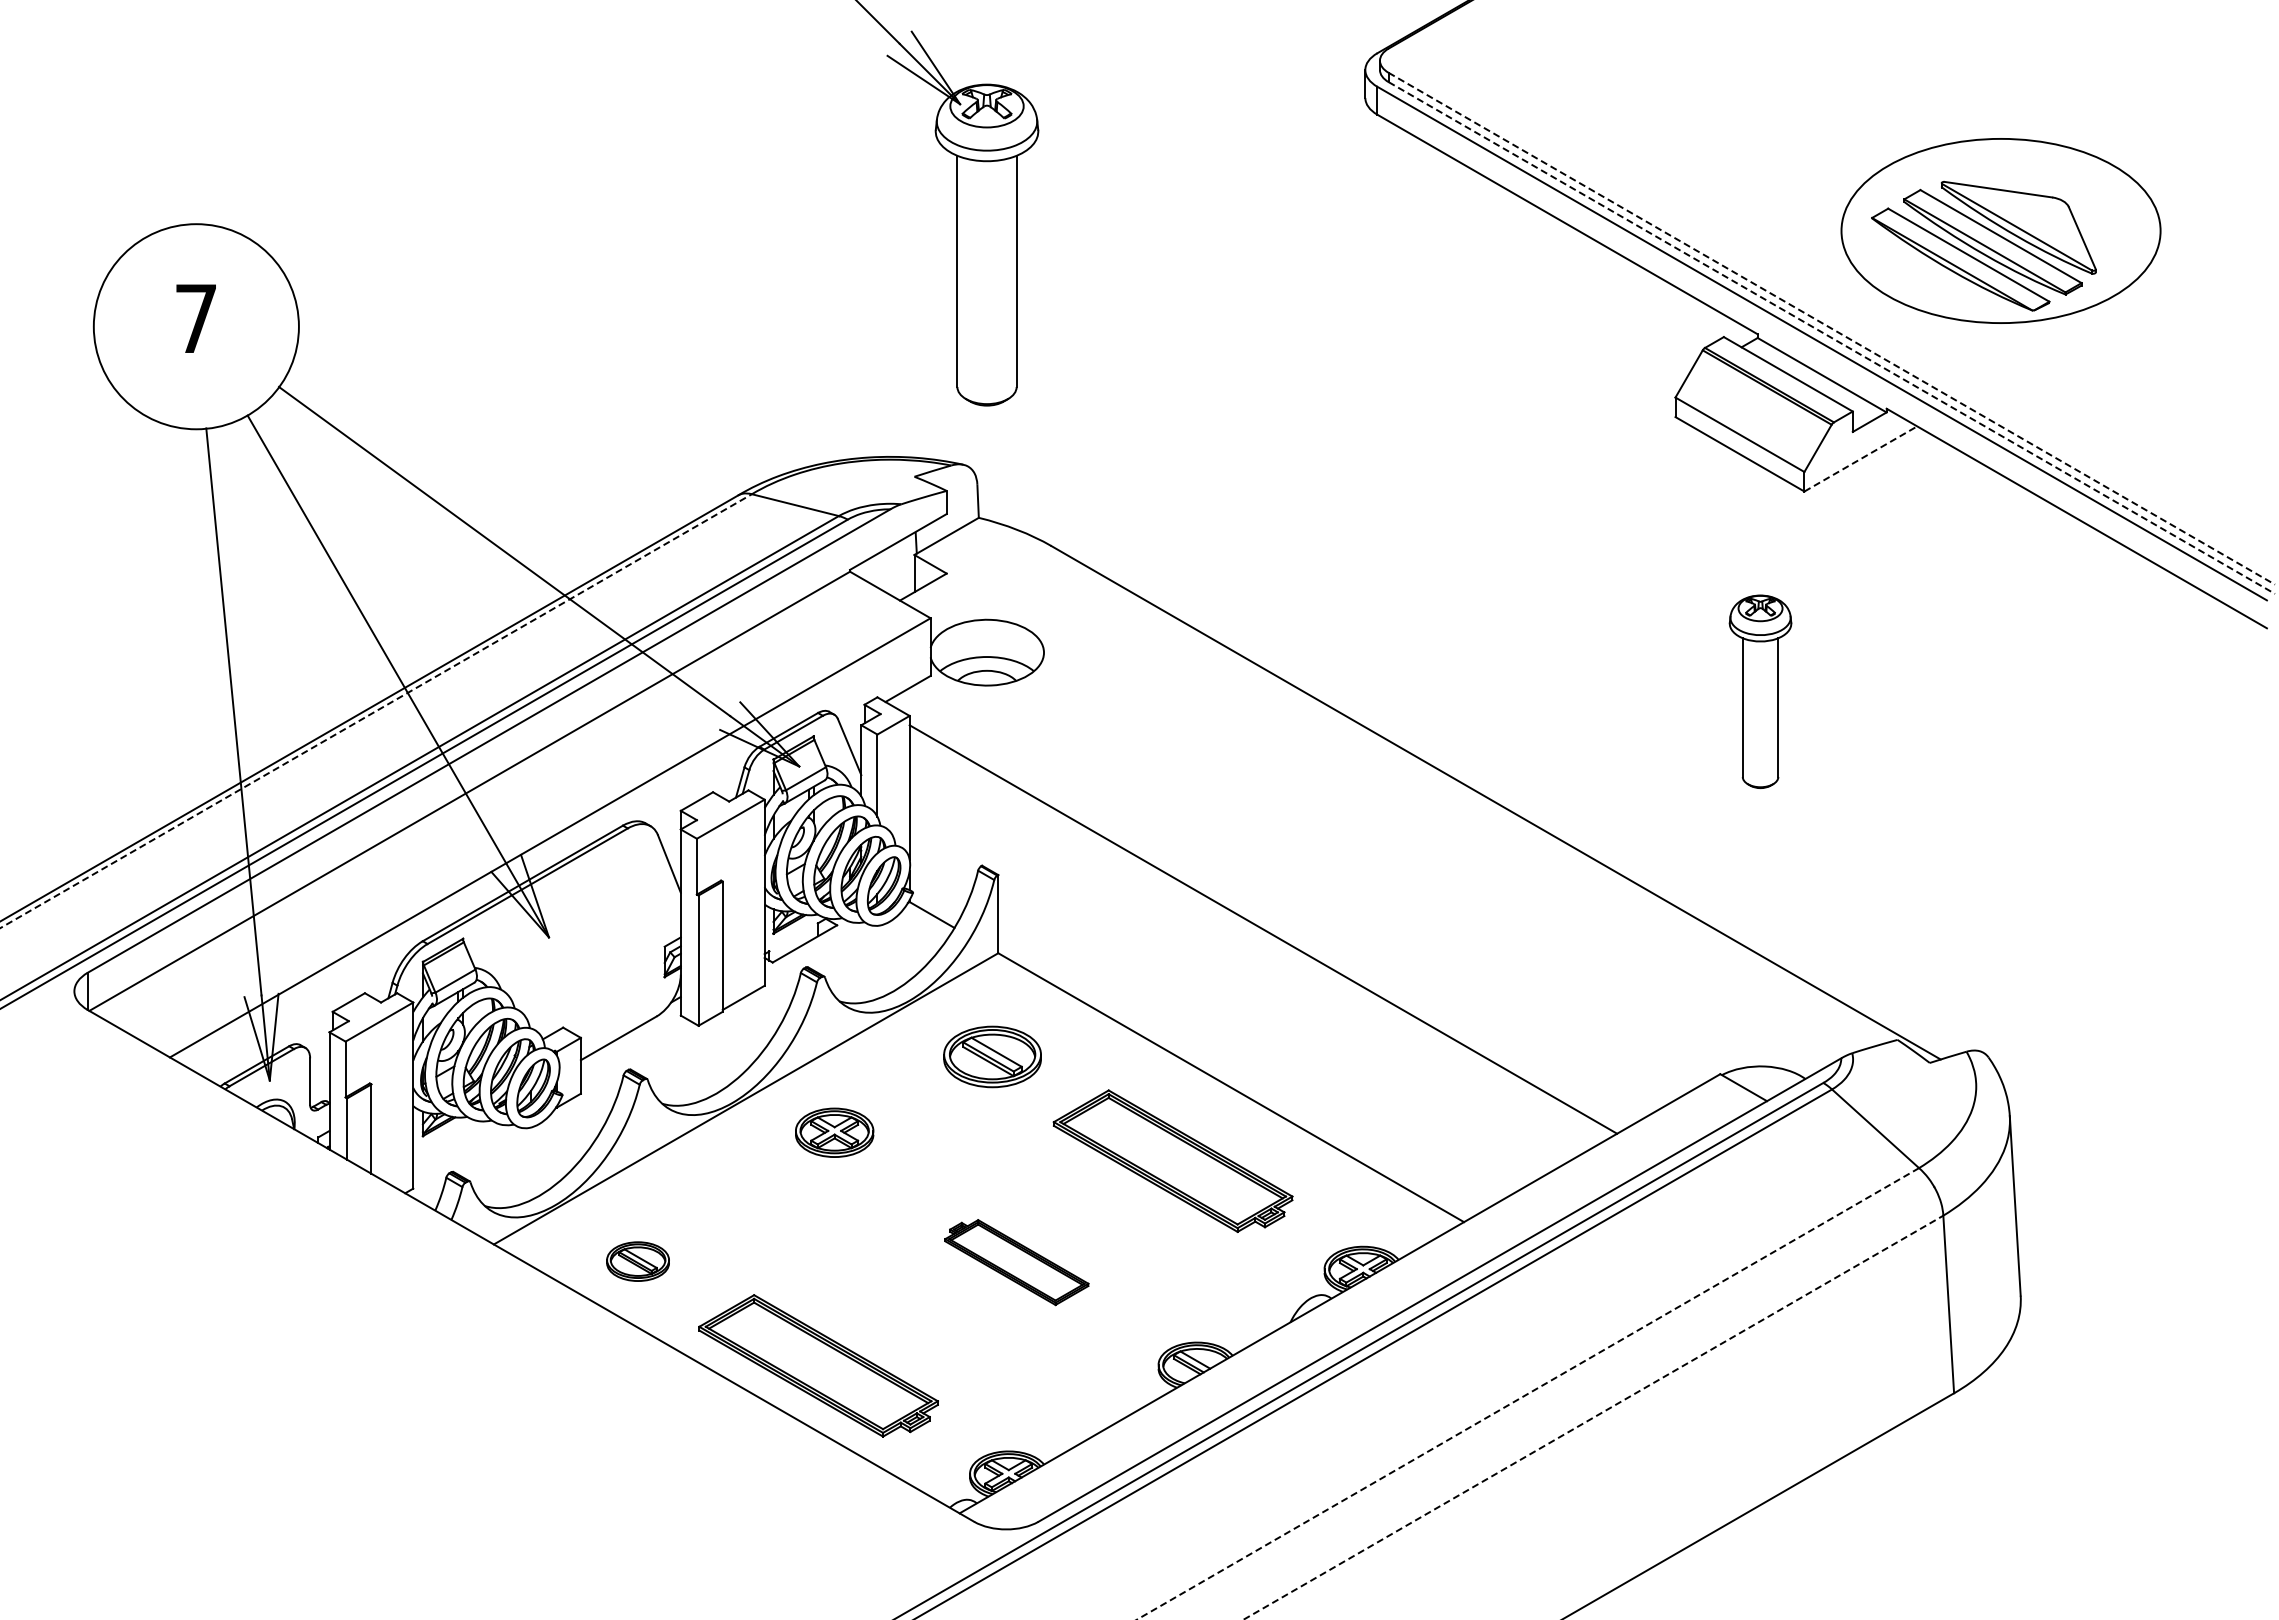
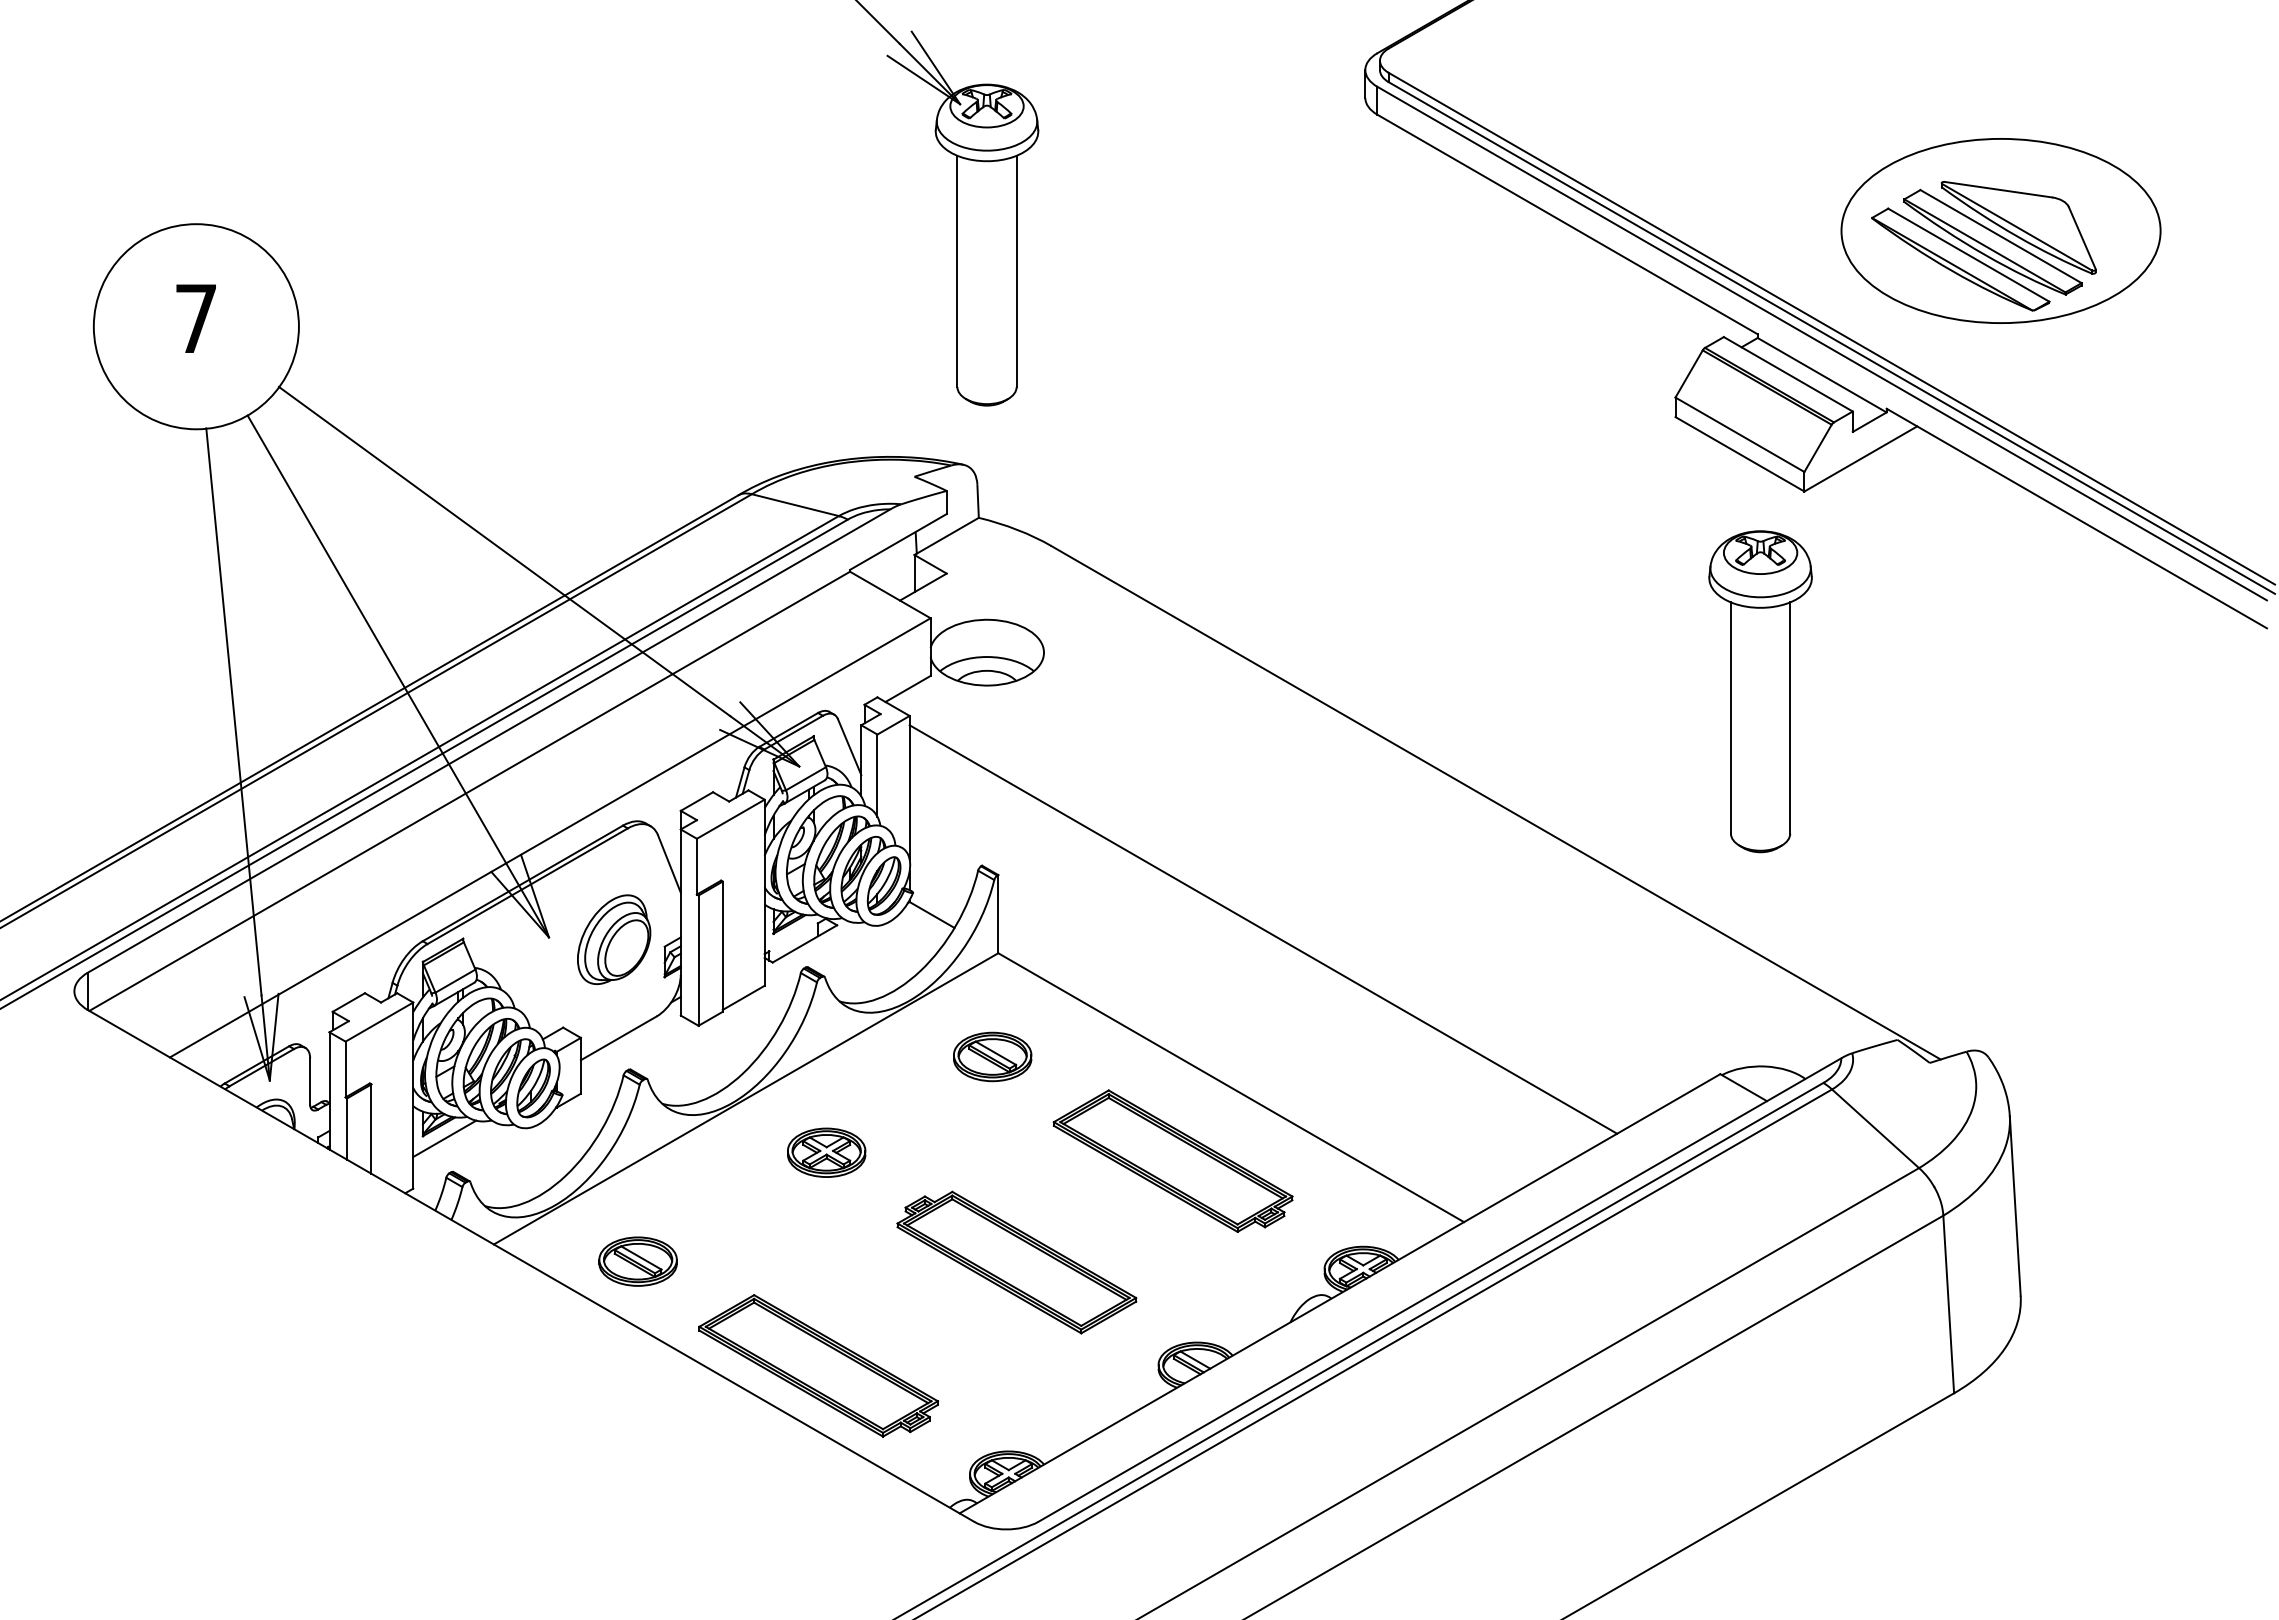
line at (1831, 328): dashed -> solid
line at (1831, 338): dashed -> solid
line at (1861, 458): dashed -> solid
part at (1760, 691) size: 65x195 px -> 105x324 px
line at (376, 711): dashed -> solid
part at (614, 939): none -> present
part at (992, 1056) size: 99x64 px -> 80x52 px
part at (834, 1132) position: (834, 1132) -> (826, 1152)
line at (444, 1138): none -> present
part at (637, 1261) size: 64x41 px -> 80x51 px
part at (1016, 1262) size: 146x88 px -> 242x145 px
line at (1527, 1394): dashed -> solid
line at (1593, 1417): dashed -> solid
